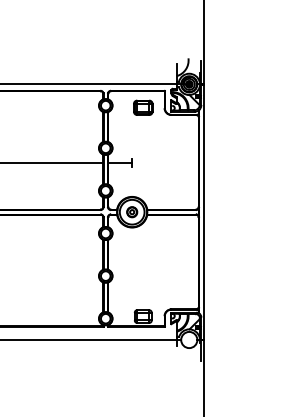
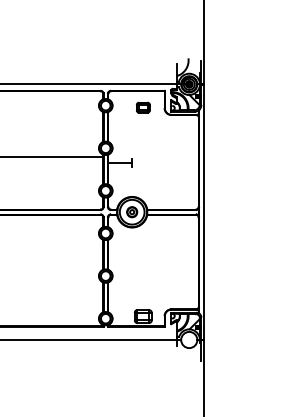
part at (143, 107) size: 21x17 px -> 15x13 px
line at (52, 162) position: (52, 162) -> (52, 156)
